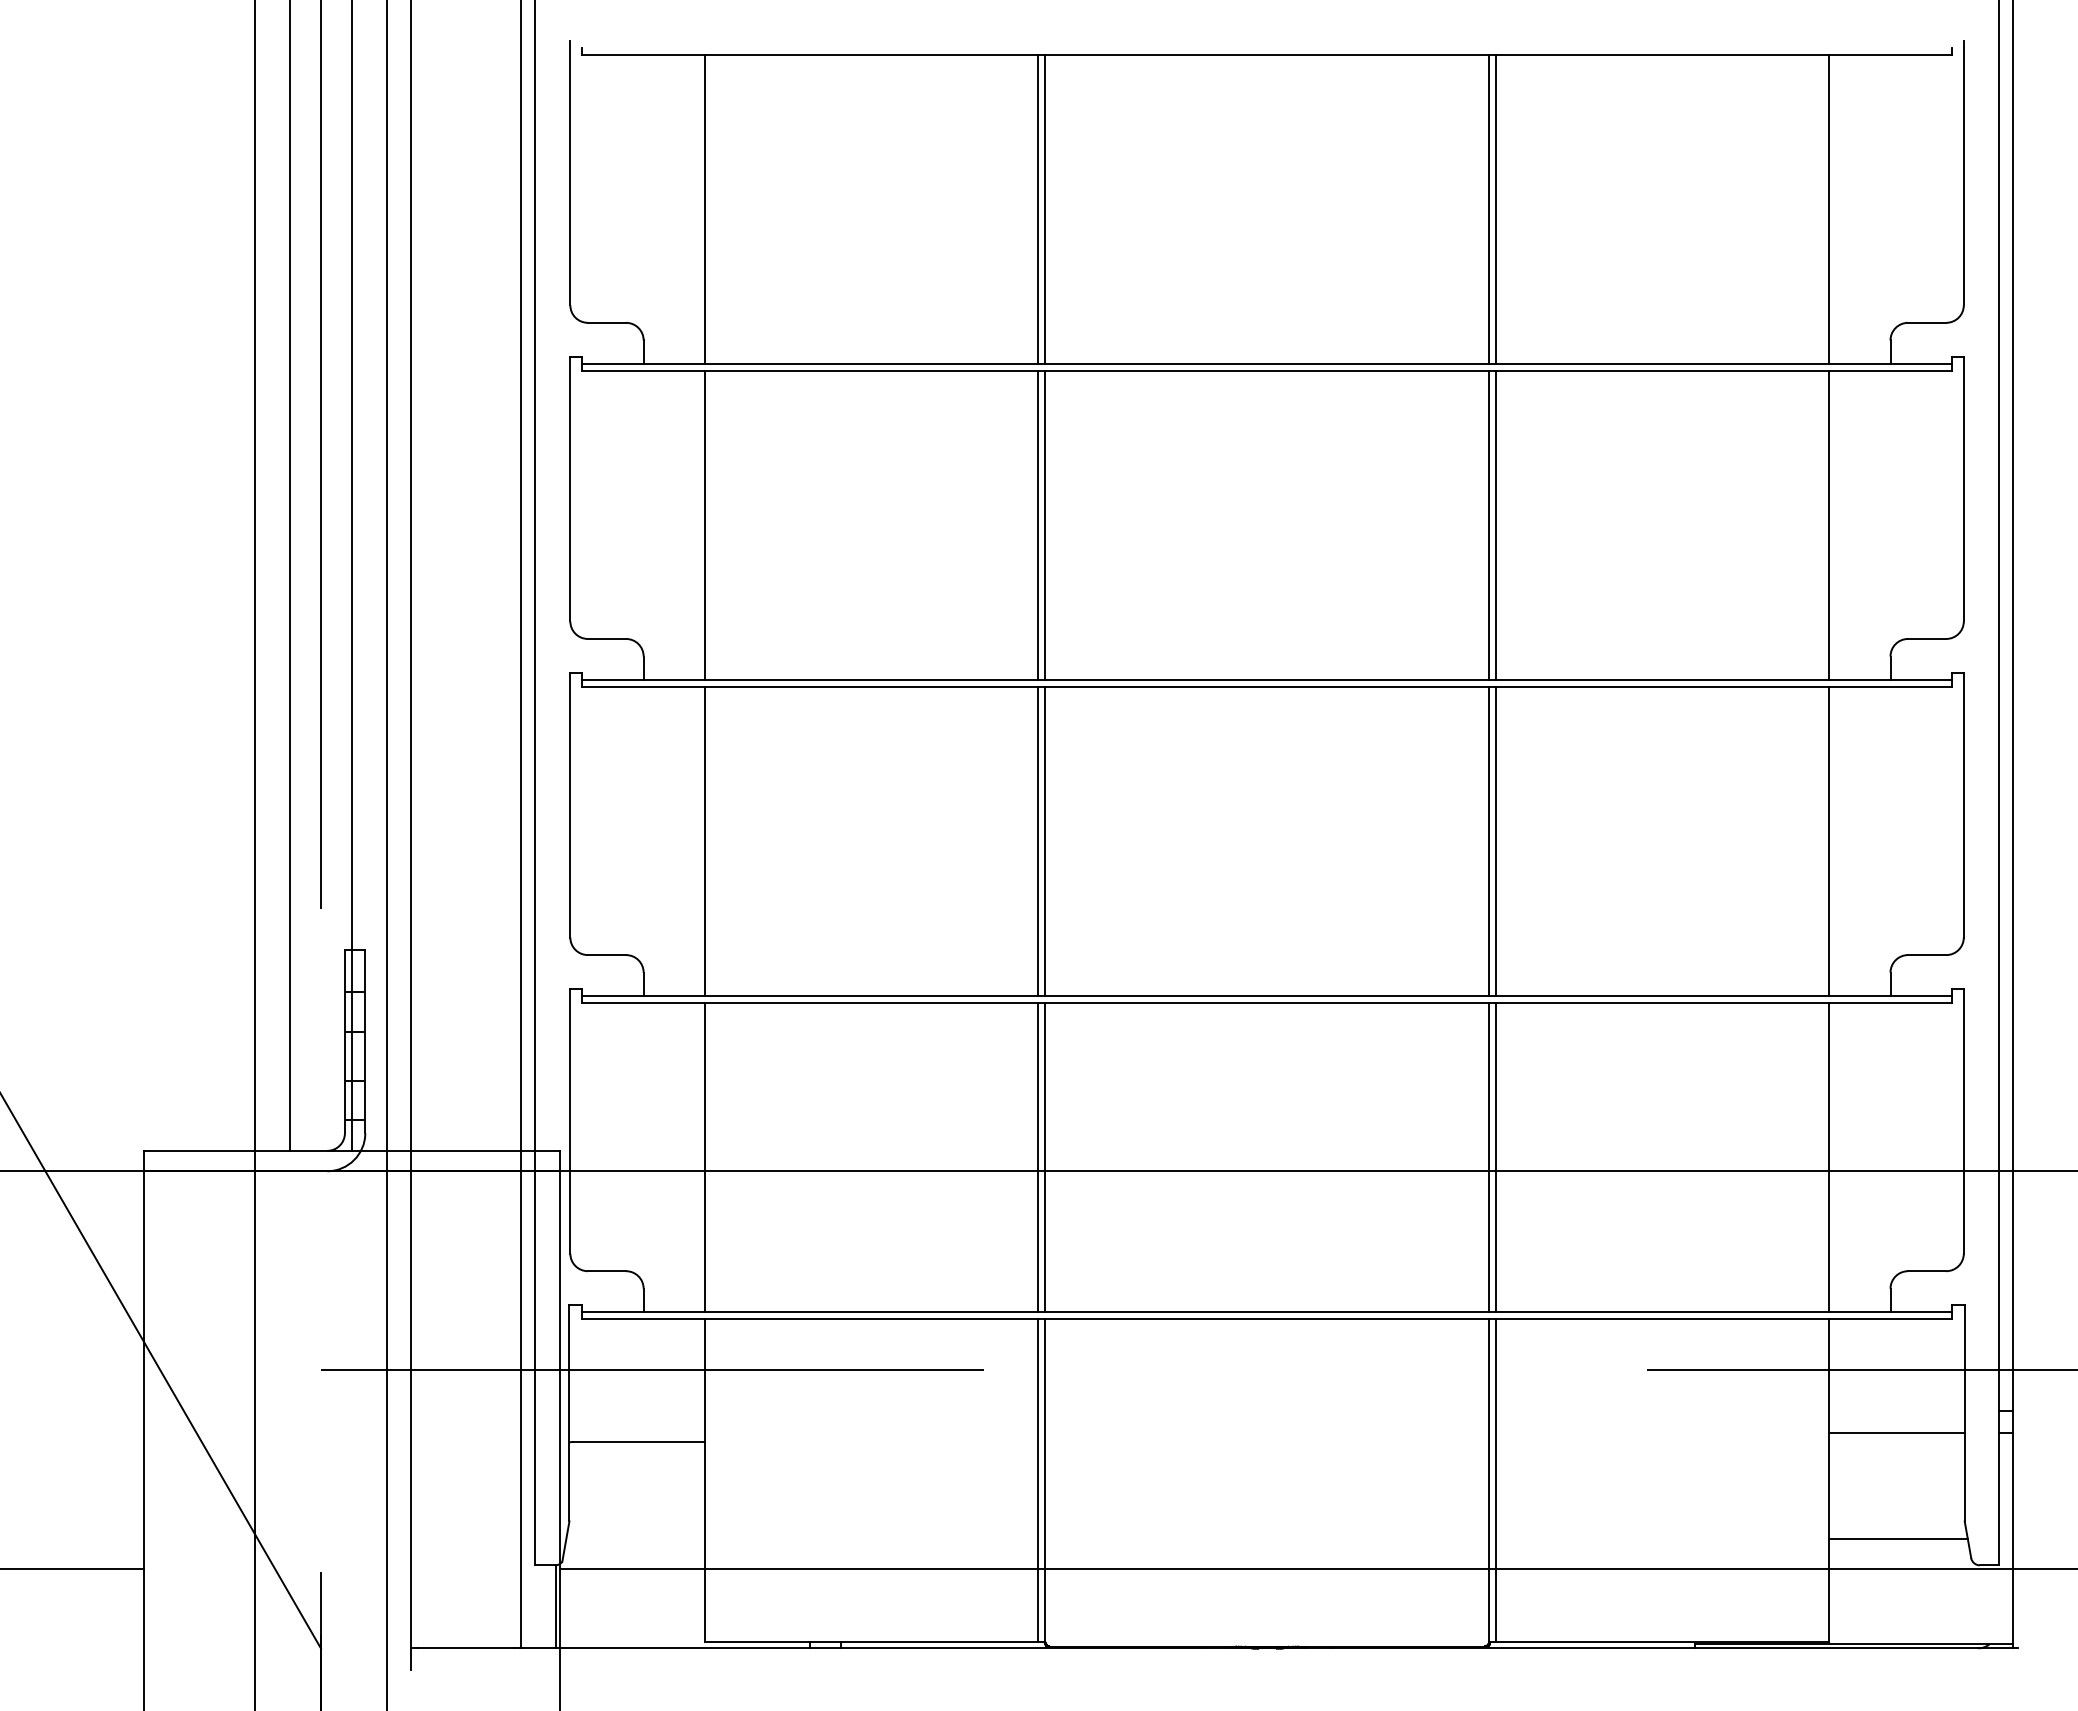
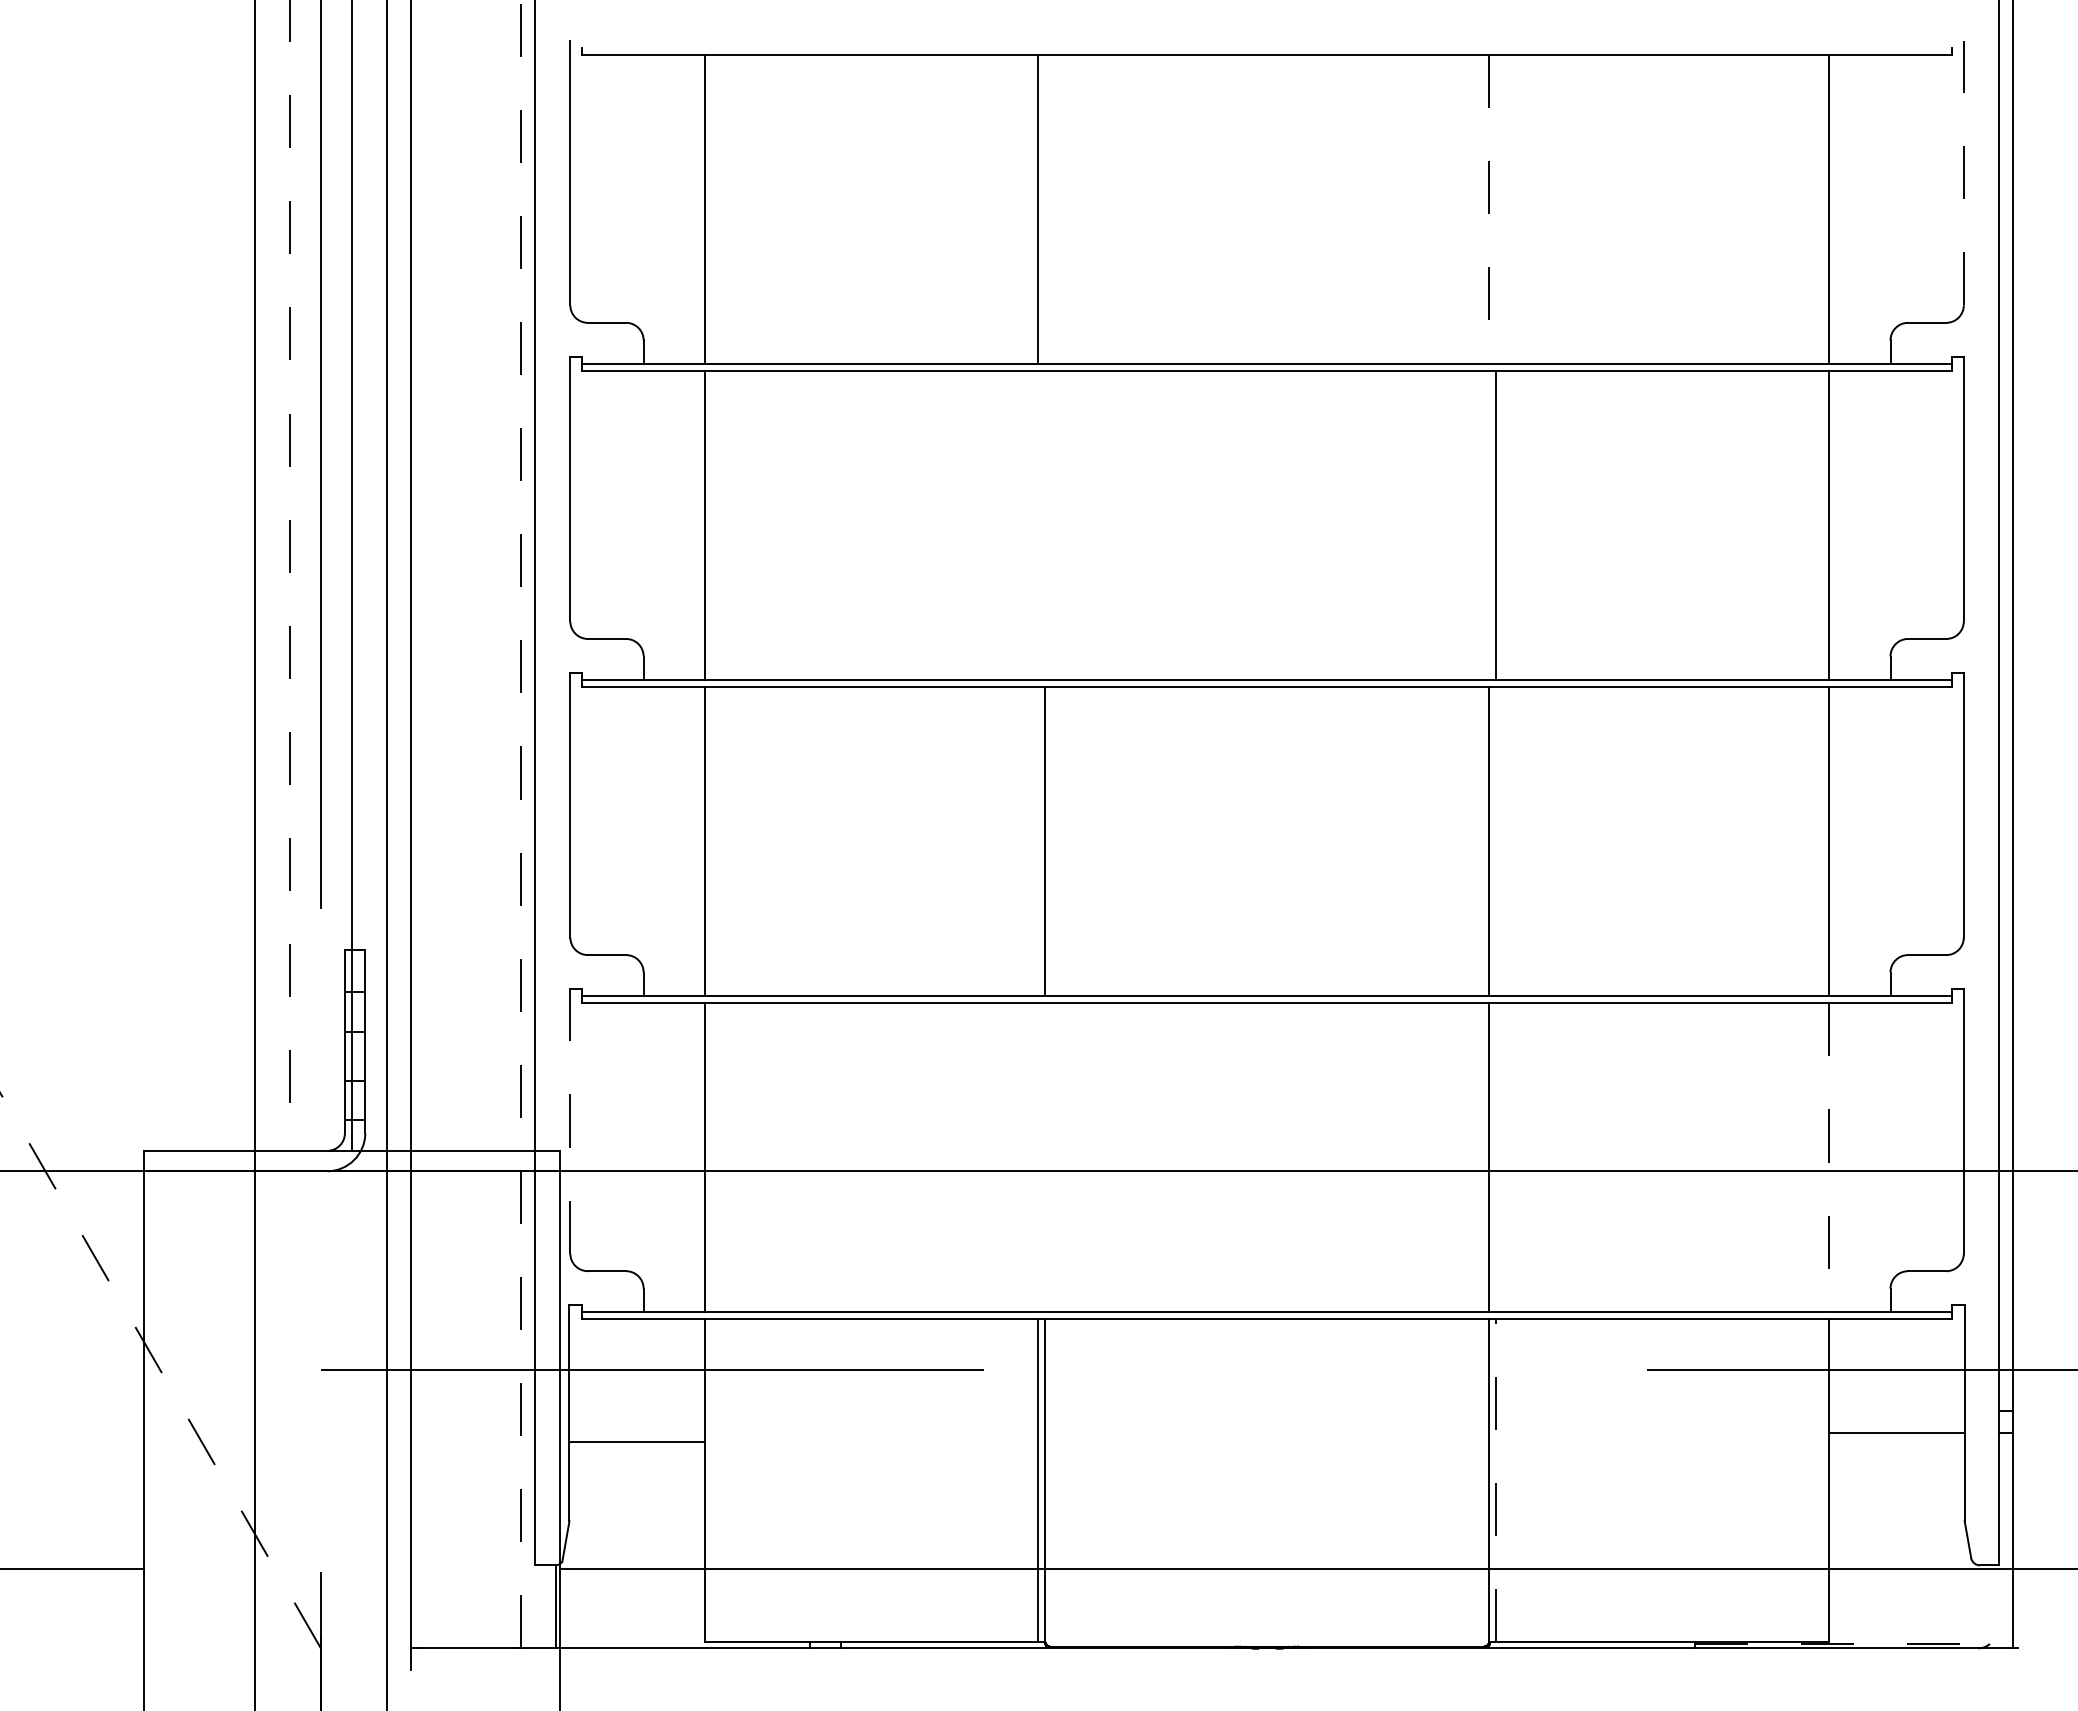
line at (1963, 172): solid -> dashed
line at (1044, 209): present -> none
line at (1489, 209): solid -> dashed
line at (1496, 209): present -> none
line at (1037, 525): present -> none
line at (1044, 525): present -> none
line at (1489, 525): present -> none
line at (290, 576): solid -> dashed
line at (520, 824): solid -> dashed
line at (1037, 841): present -> none
line at (1496, 841): present -> none
line at (570, 1120): solid -> dashed
line at (1037, 1157): present -> none
line at (1044, 1157): present -> none
line at (1496, 1157): present -> none
line at (1829, 1157): solid -> dashed
line at (160, 1370): solid -> dashed
line at (1496, 1480): solid -> dashed
line at (1898, 1538): present -> none
line at (1854, 1643): solid -> dashed
